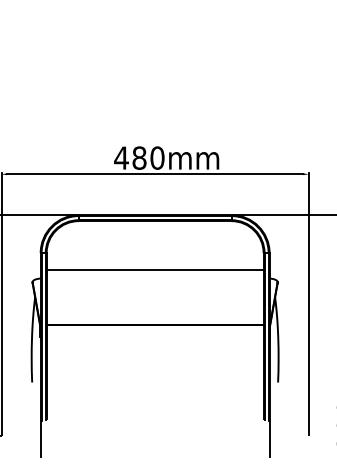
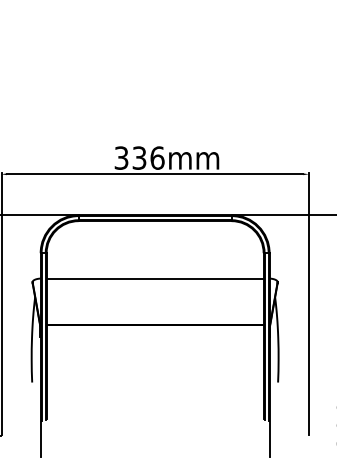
text at (139, 157): 480mm -> 336mm
line at (154, 269) position: (154, 269) -> (154, 278)
